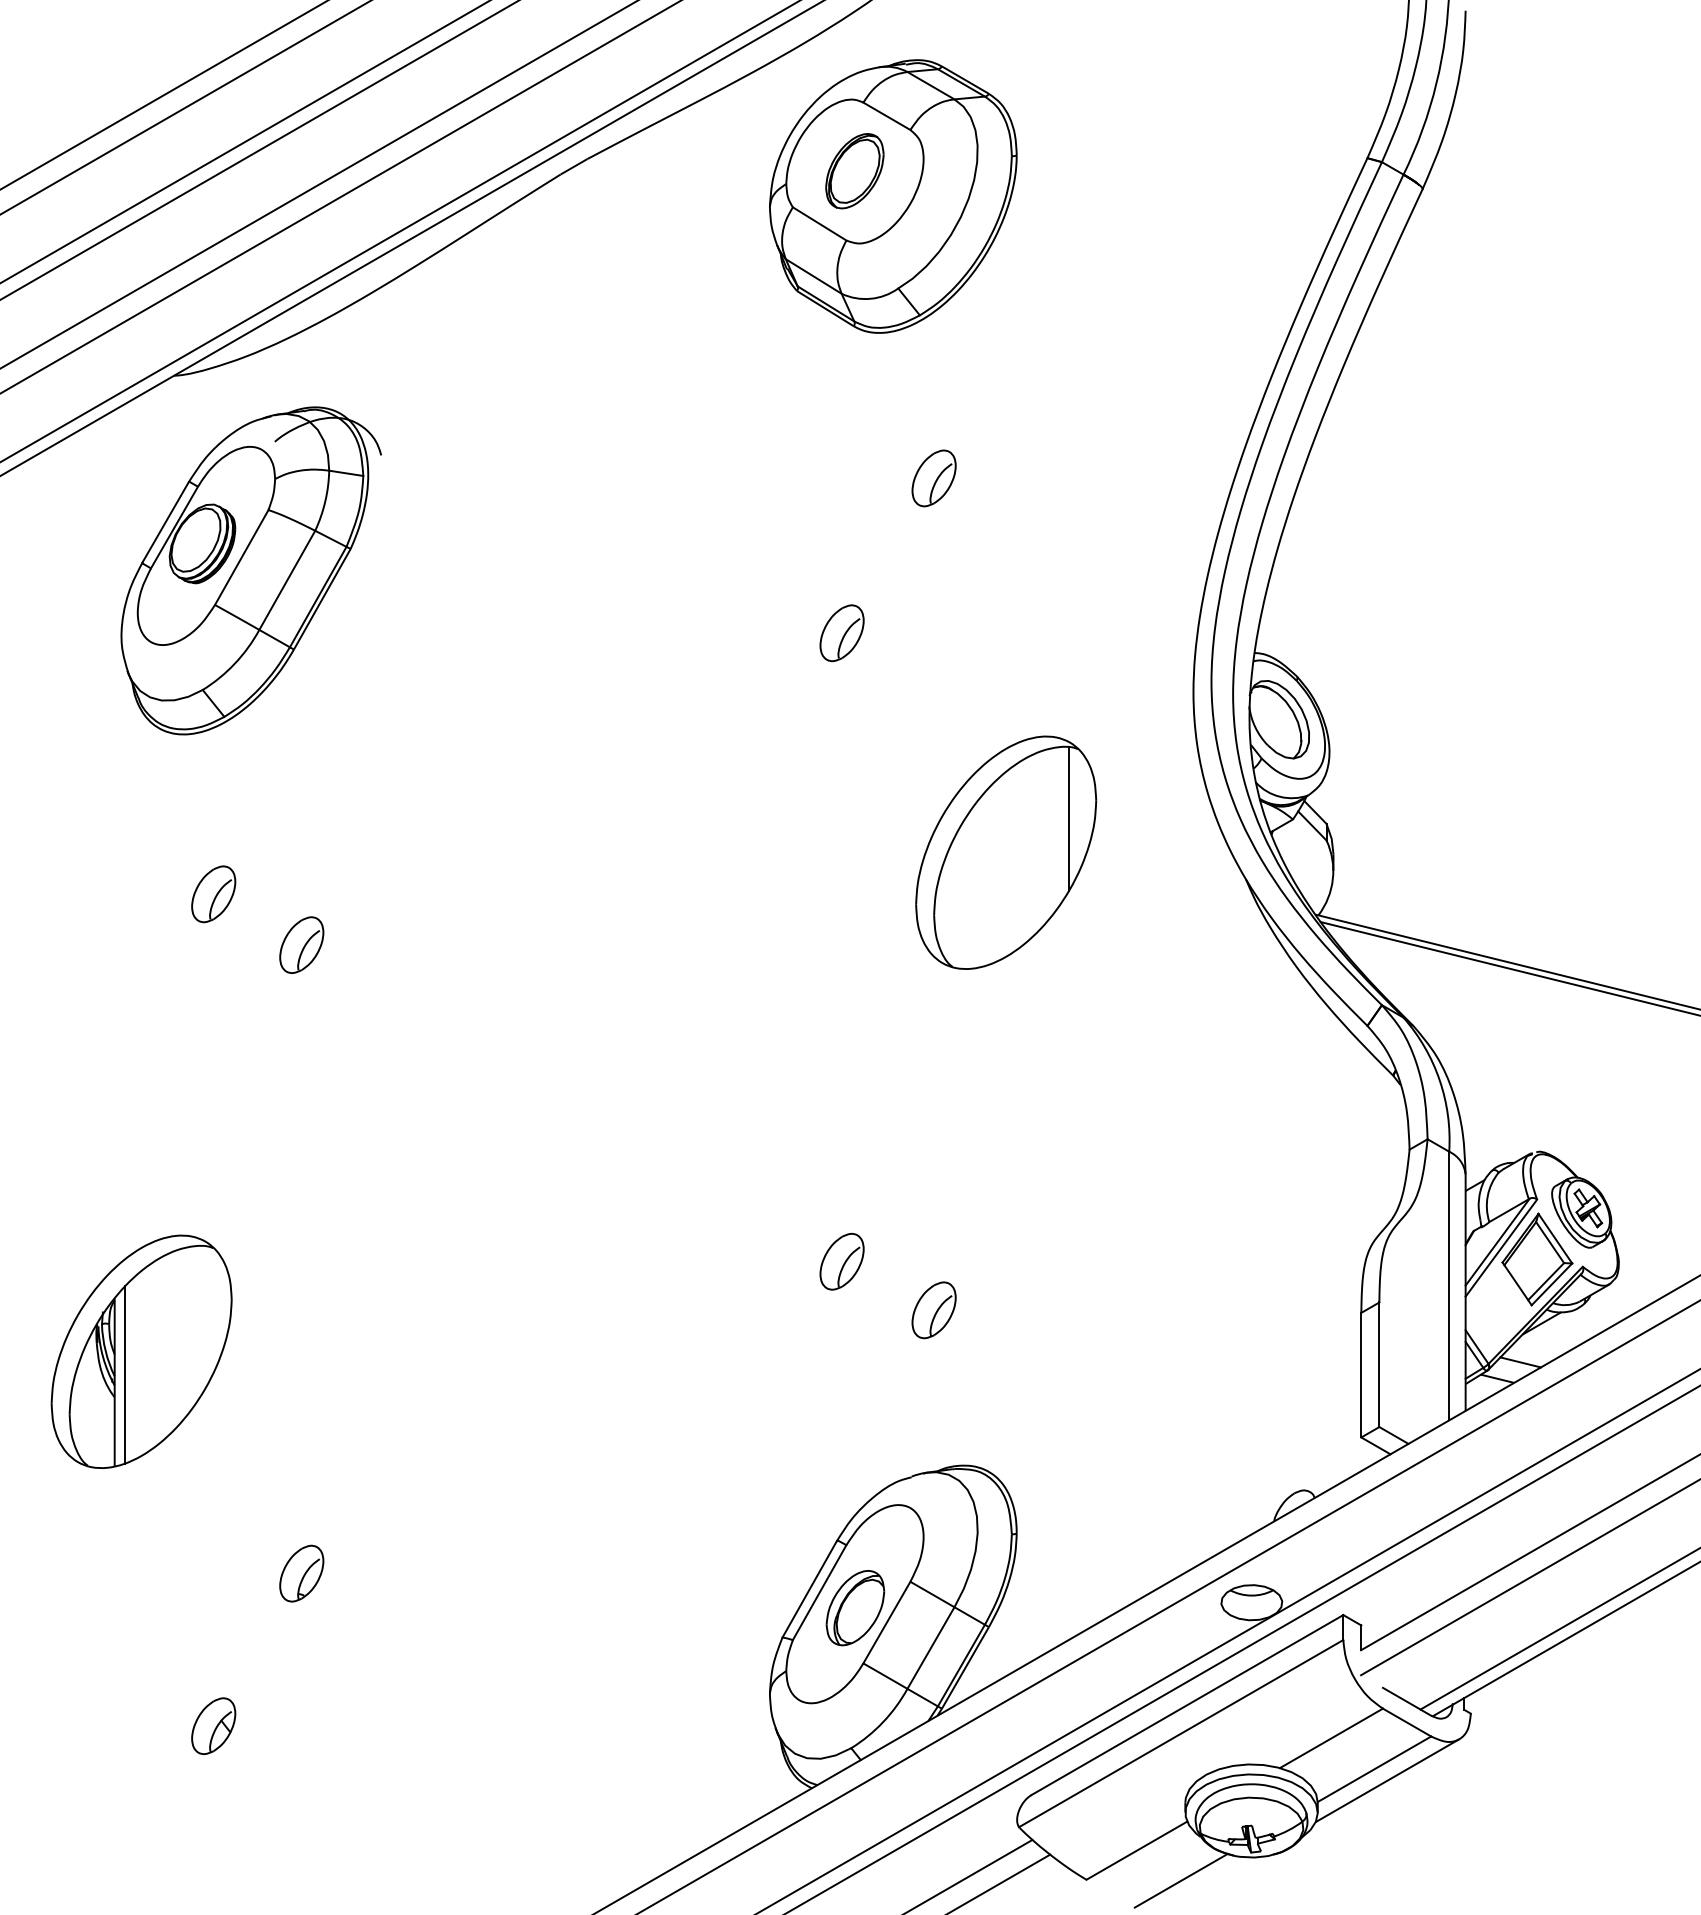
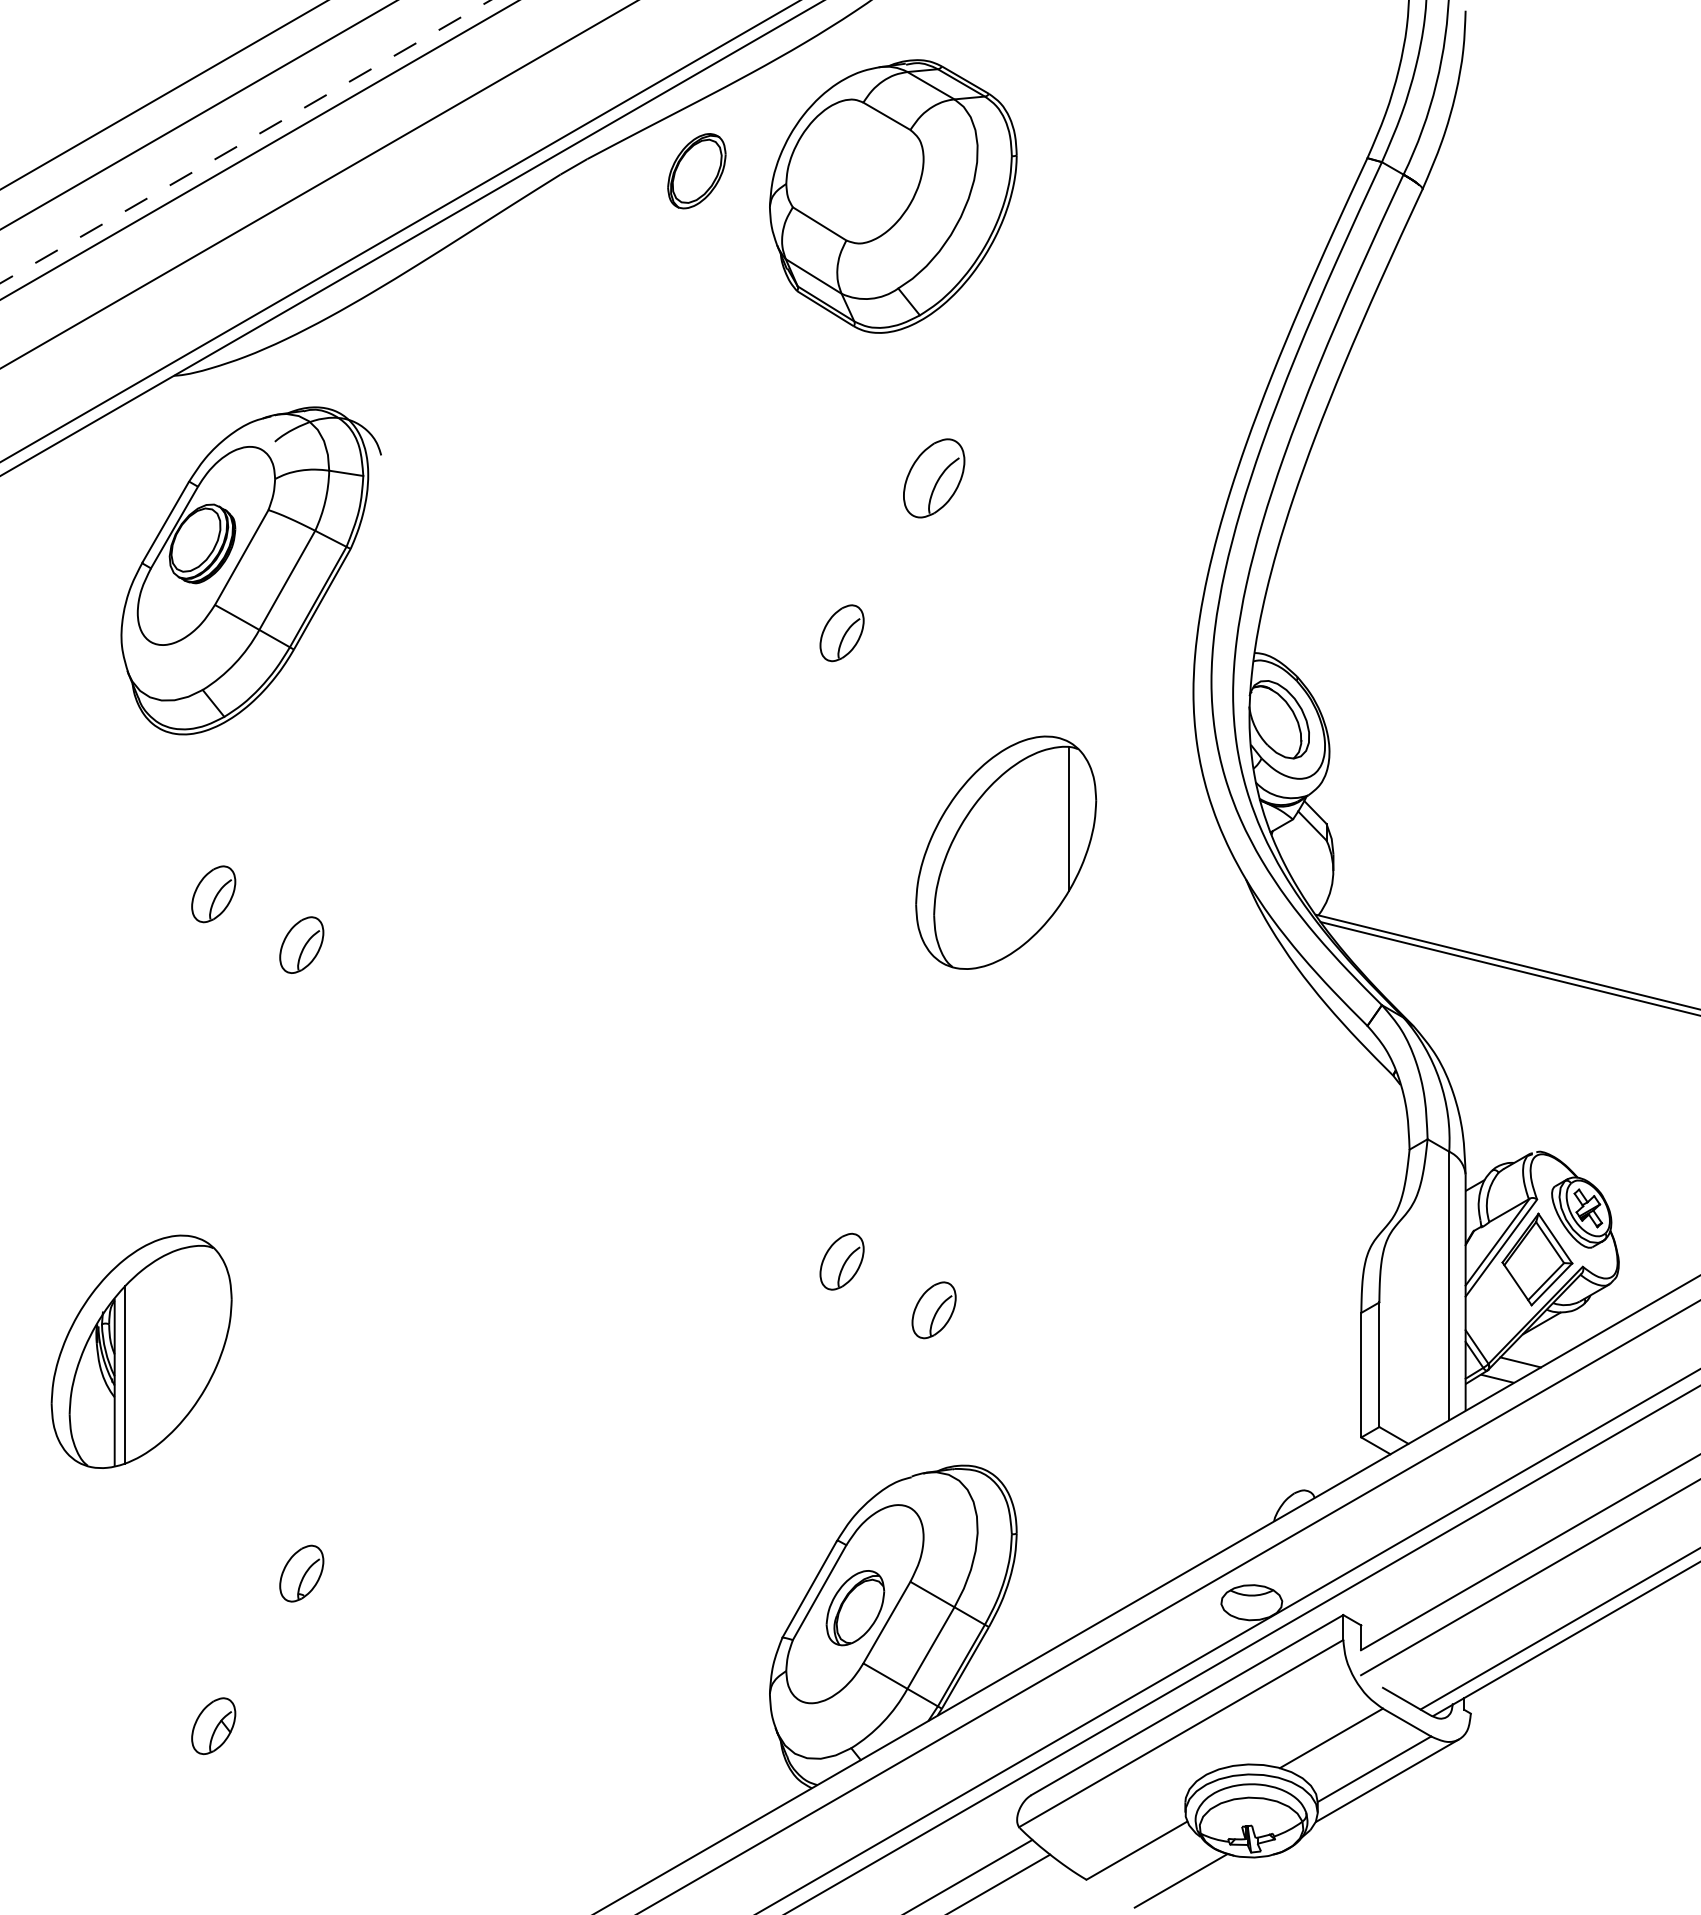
line at (185, 107) position: (185, 107) -> (198, 115)
line at (245, 142): solid -> dashed
part at (854, 171) position: (854, 171) -> (696, 171)
line at (340, 197): present -> none
part at (933, 478) size: 46x59 px -> 63x81 px
